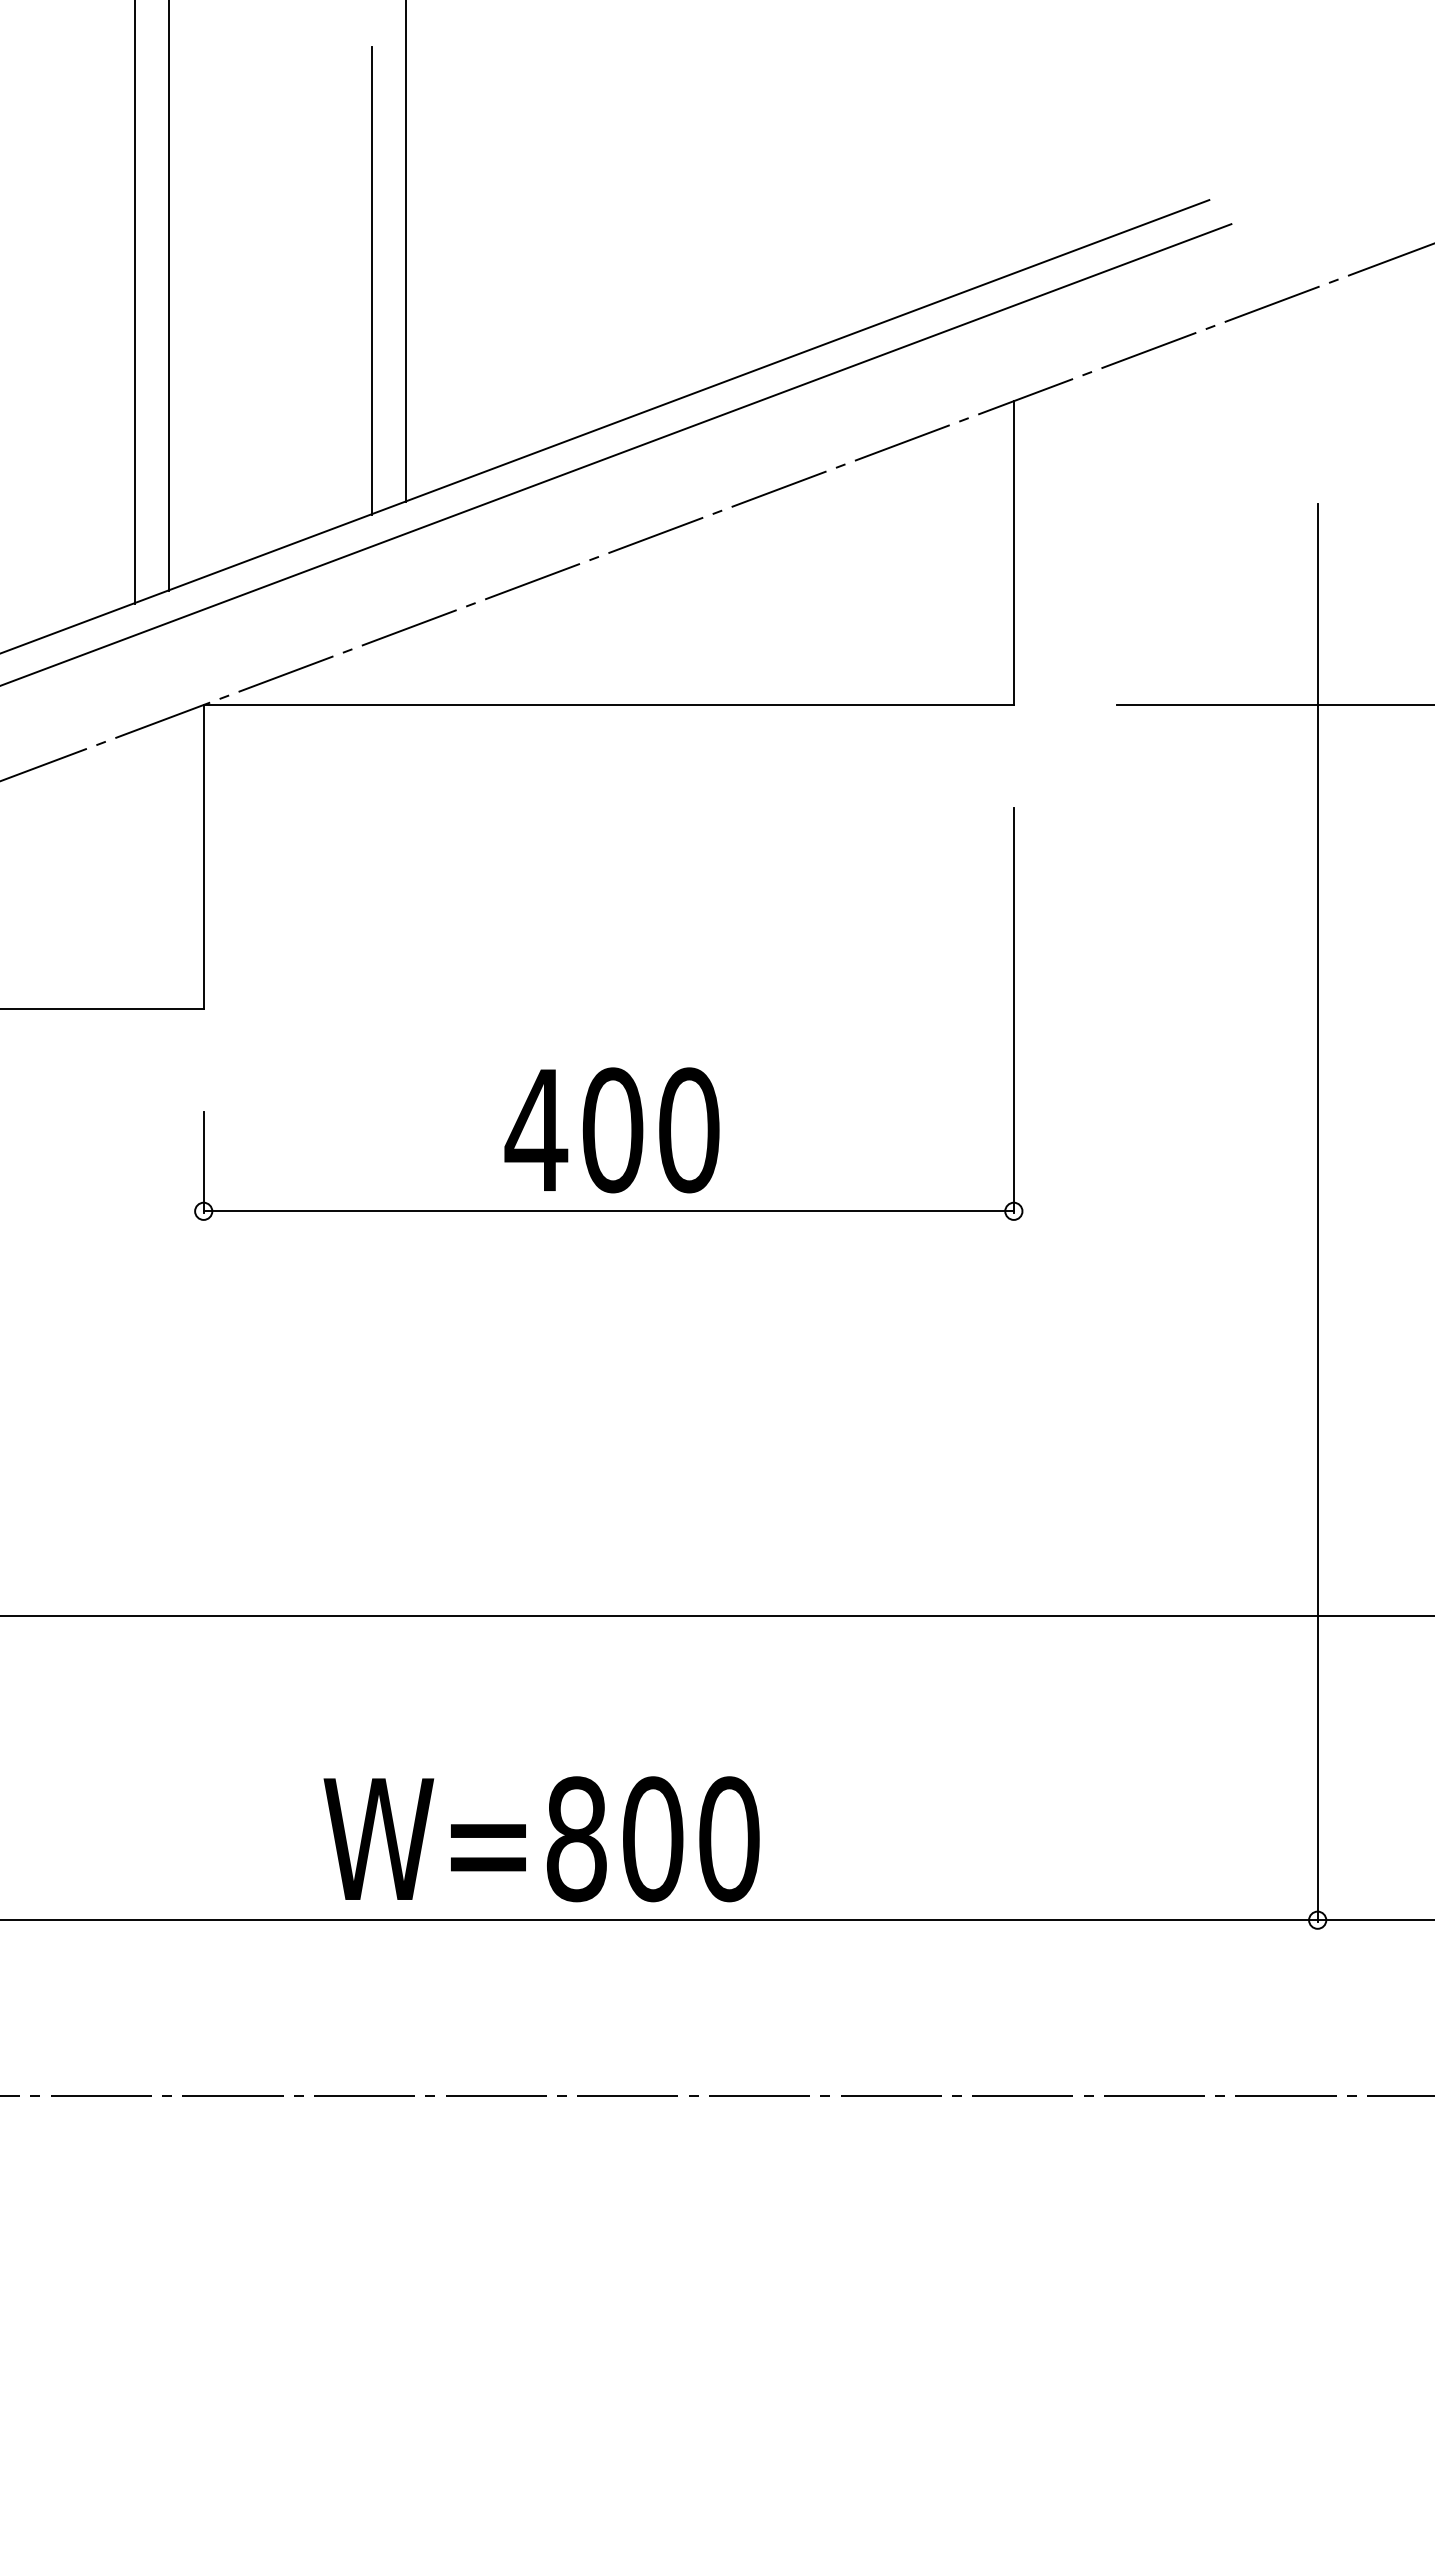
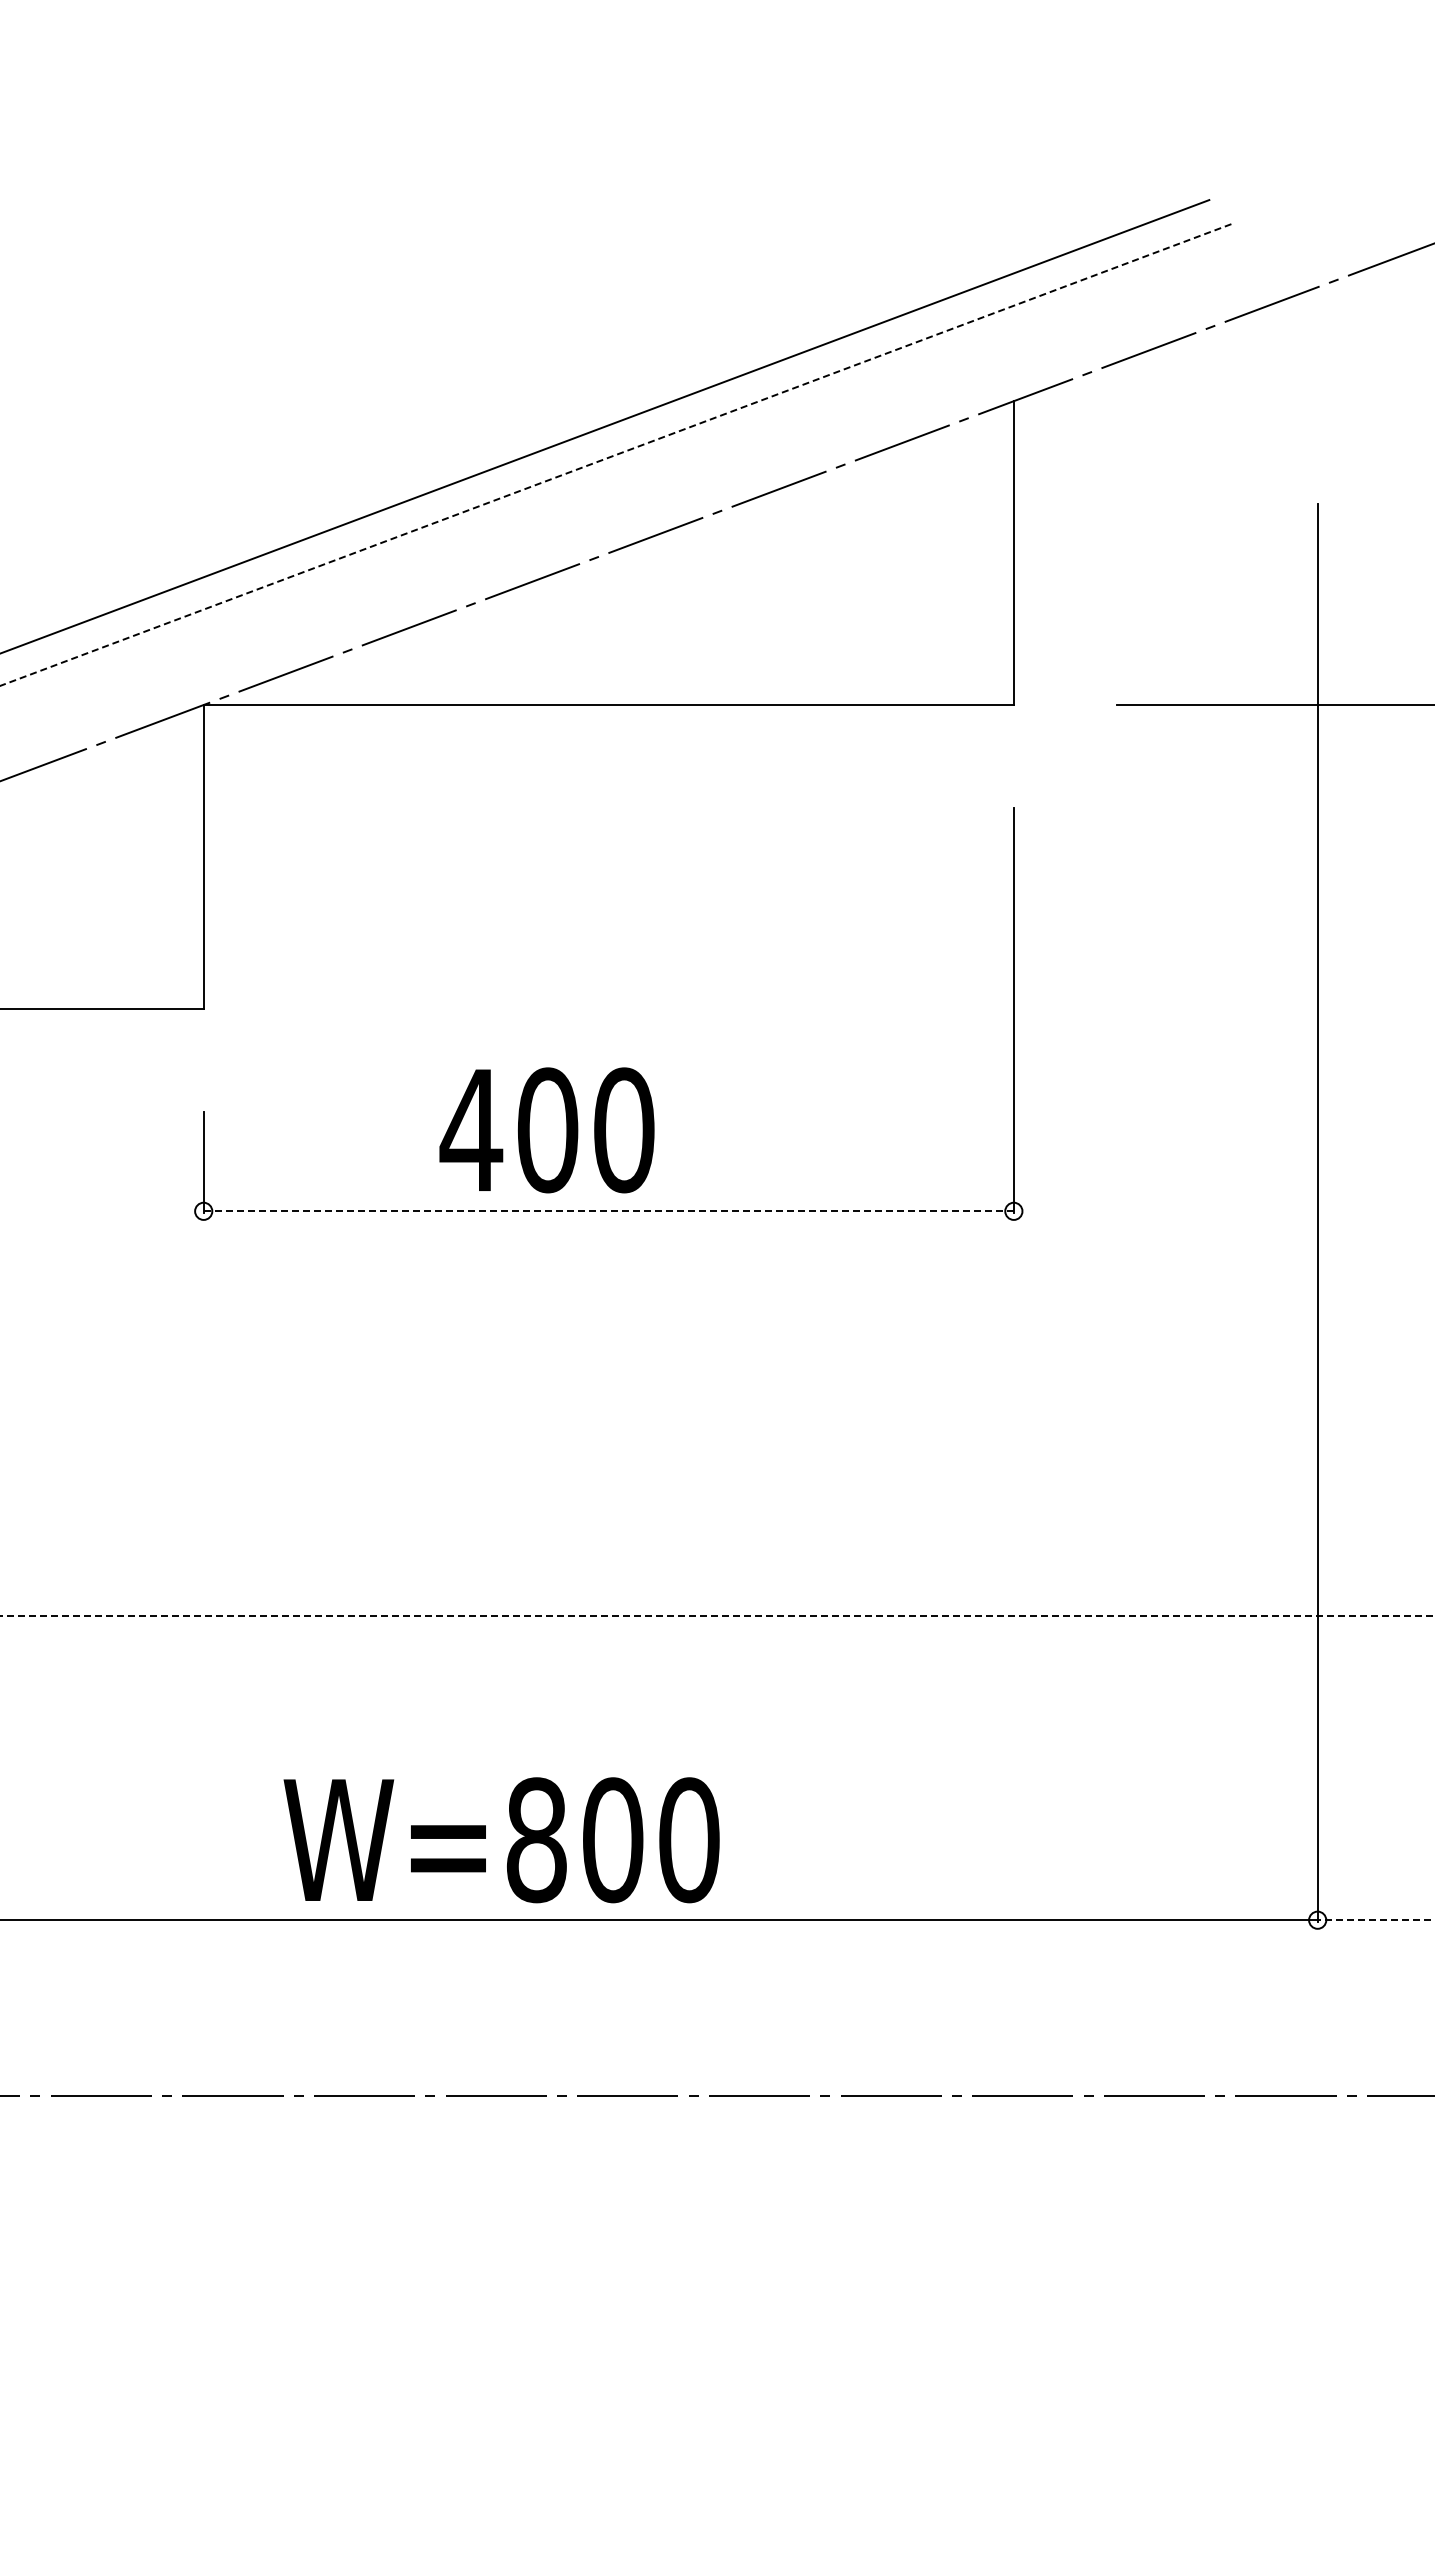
line at (406, 251): present -> none
line at (371, 280): present -> none
line at (169, 296): present -> none
line at (134, 302): present -> none
line at (615, 455): solid -> dashed
text at (611, 1130) position: (611, 1130) -> (546, 1130)
line at (609, 1211): solid -> dashed
line at (717, 1616): solid -> dashed
text at (541, 1839) position: (541, 1839) -> (501, 1840)
line at (1375, 1920): solid -> dashed
